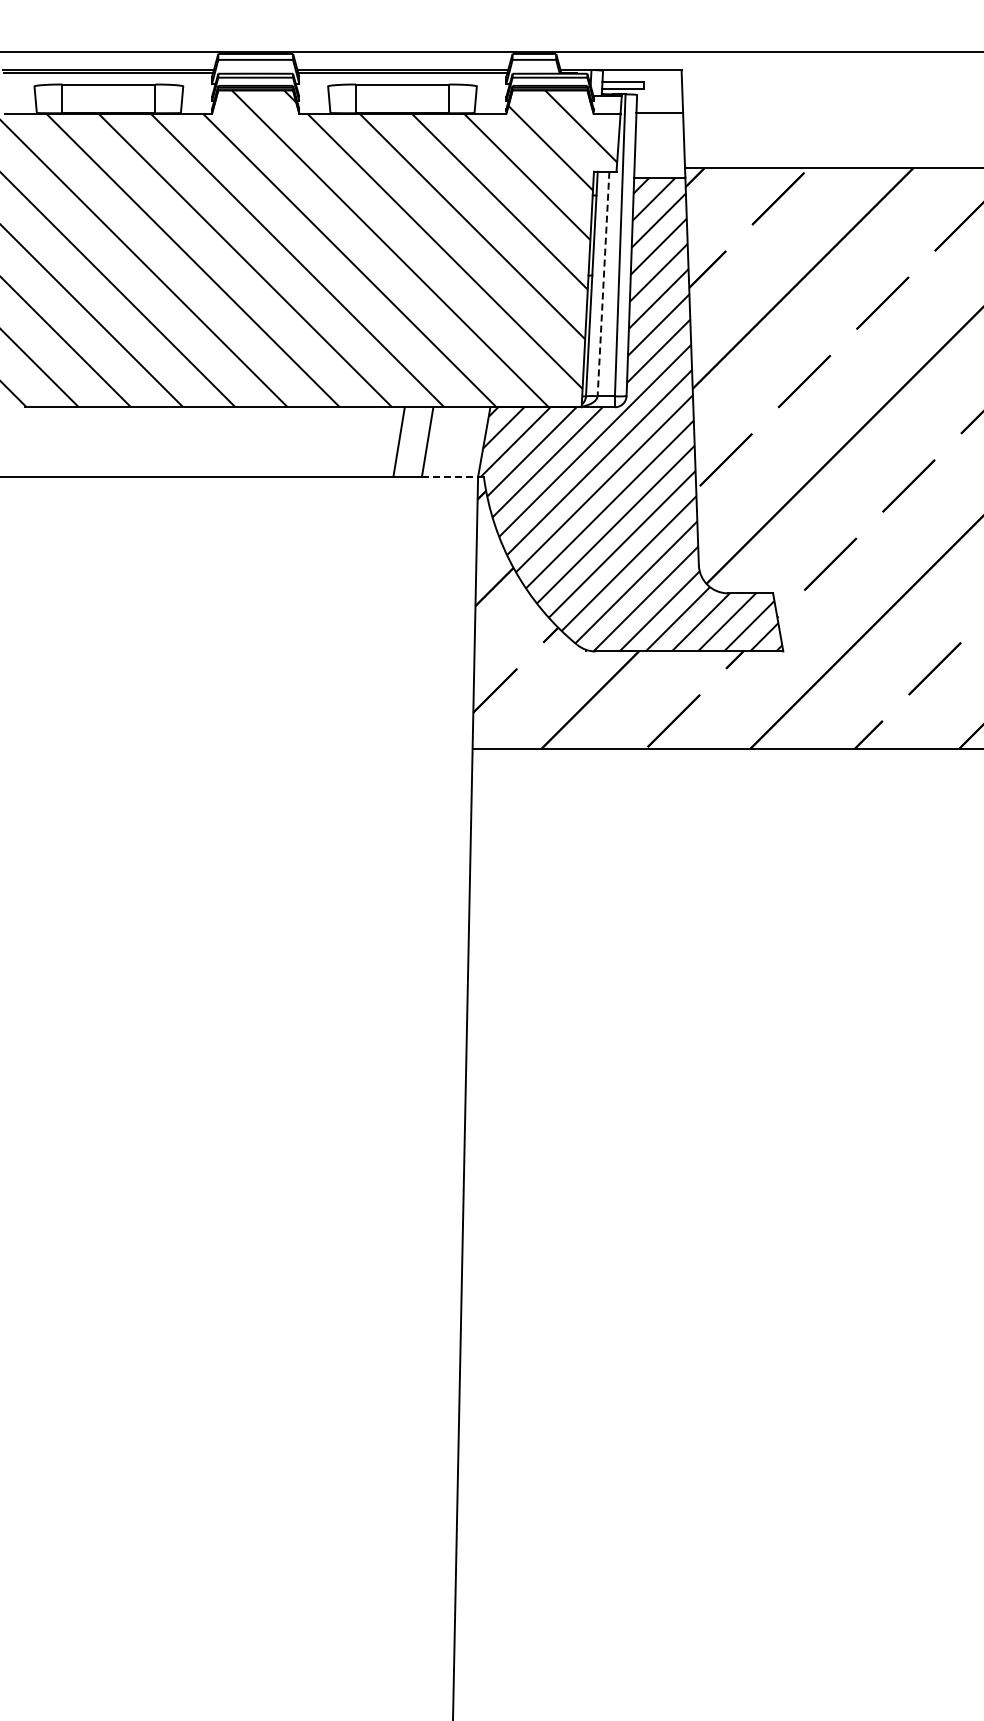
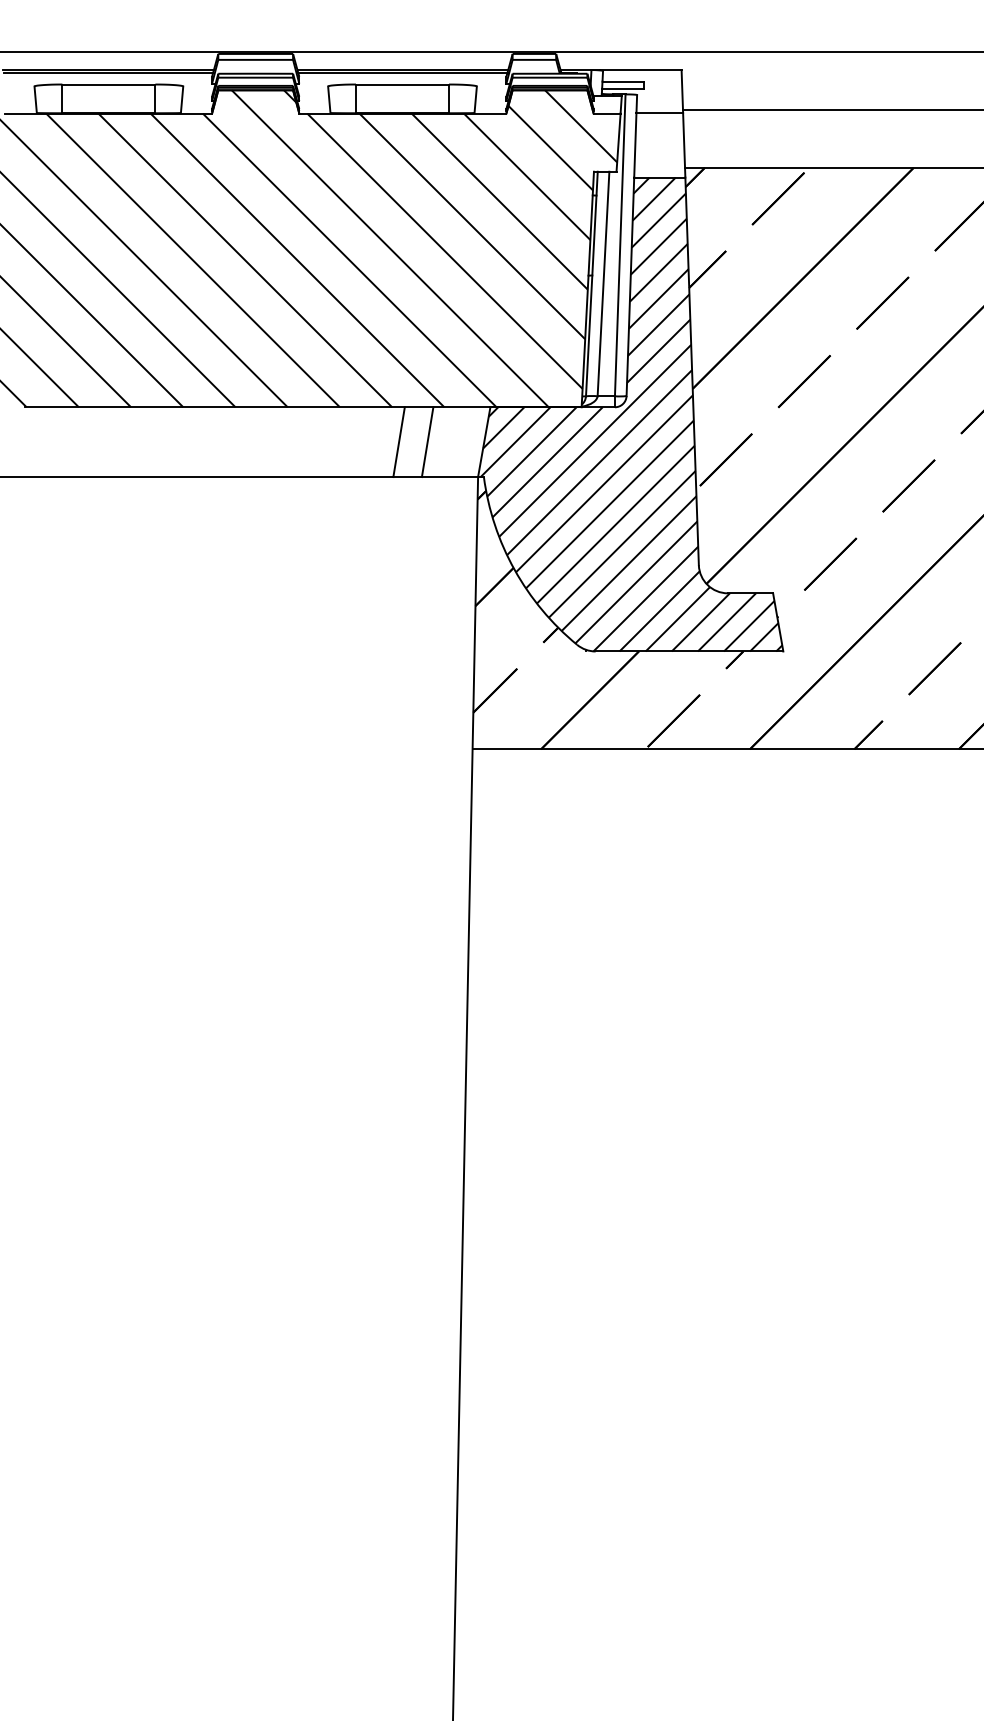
line at (831, 109): none -> present
line at (603, 284): dashed -> solid
line at (450, 477): dashed -> solid
